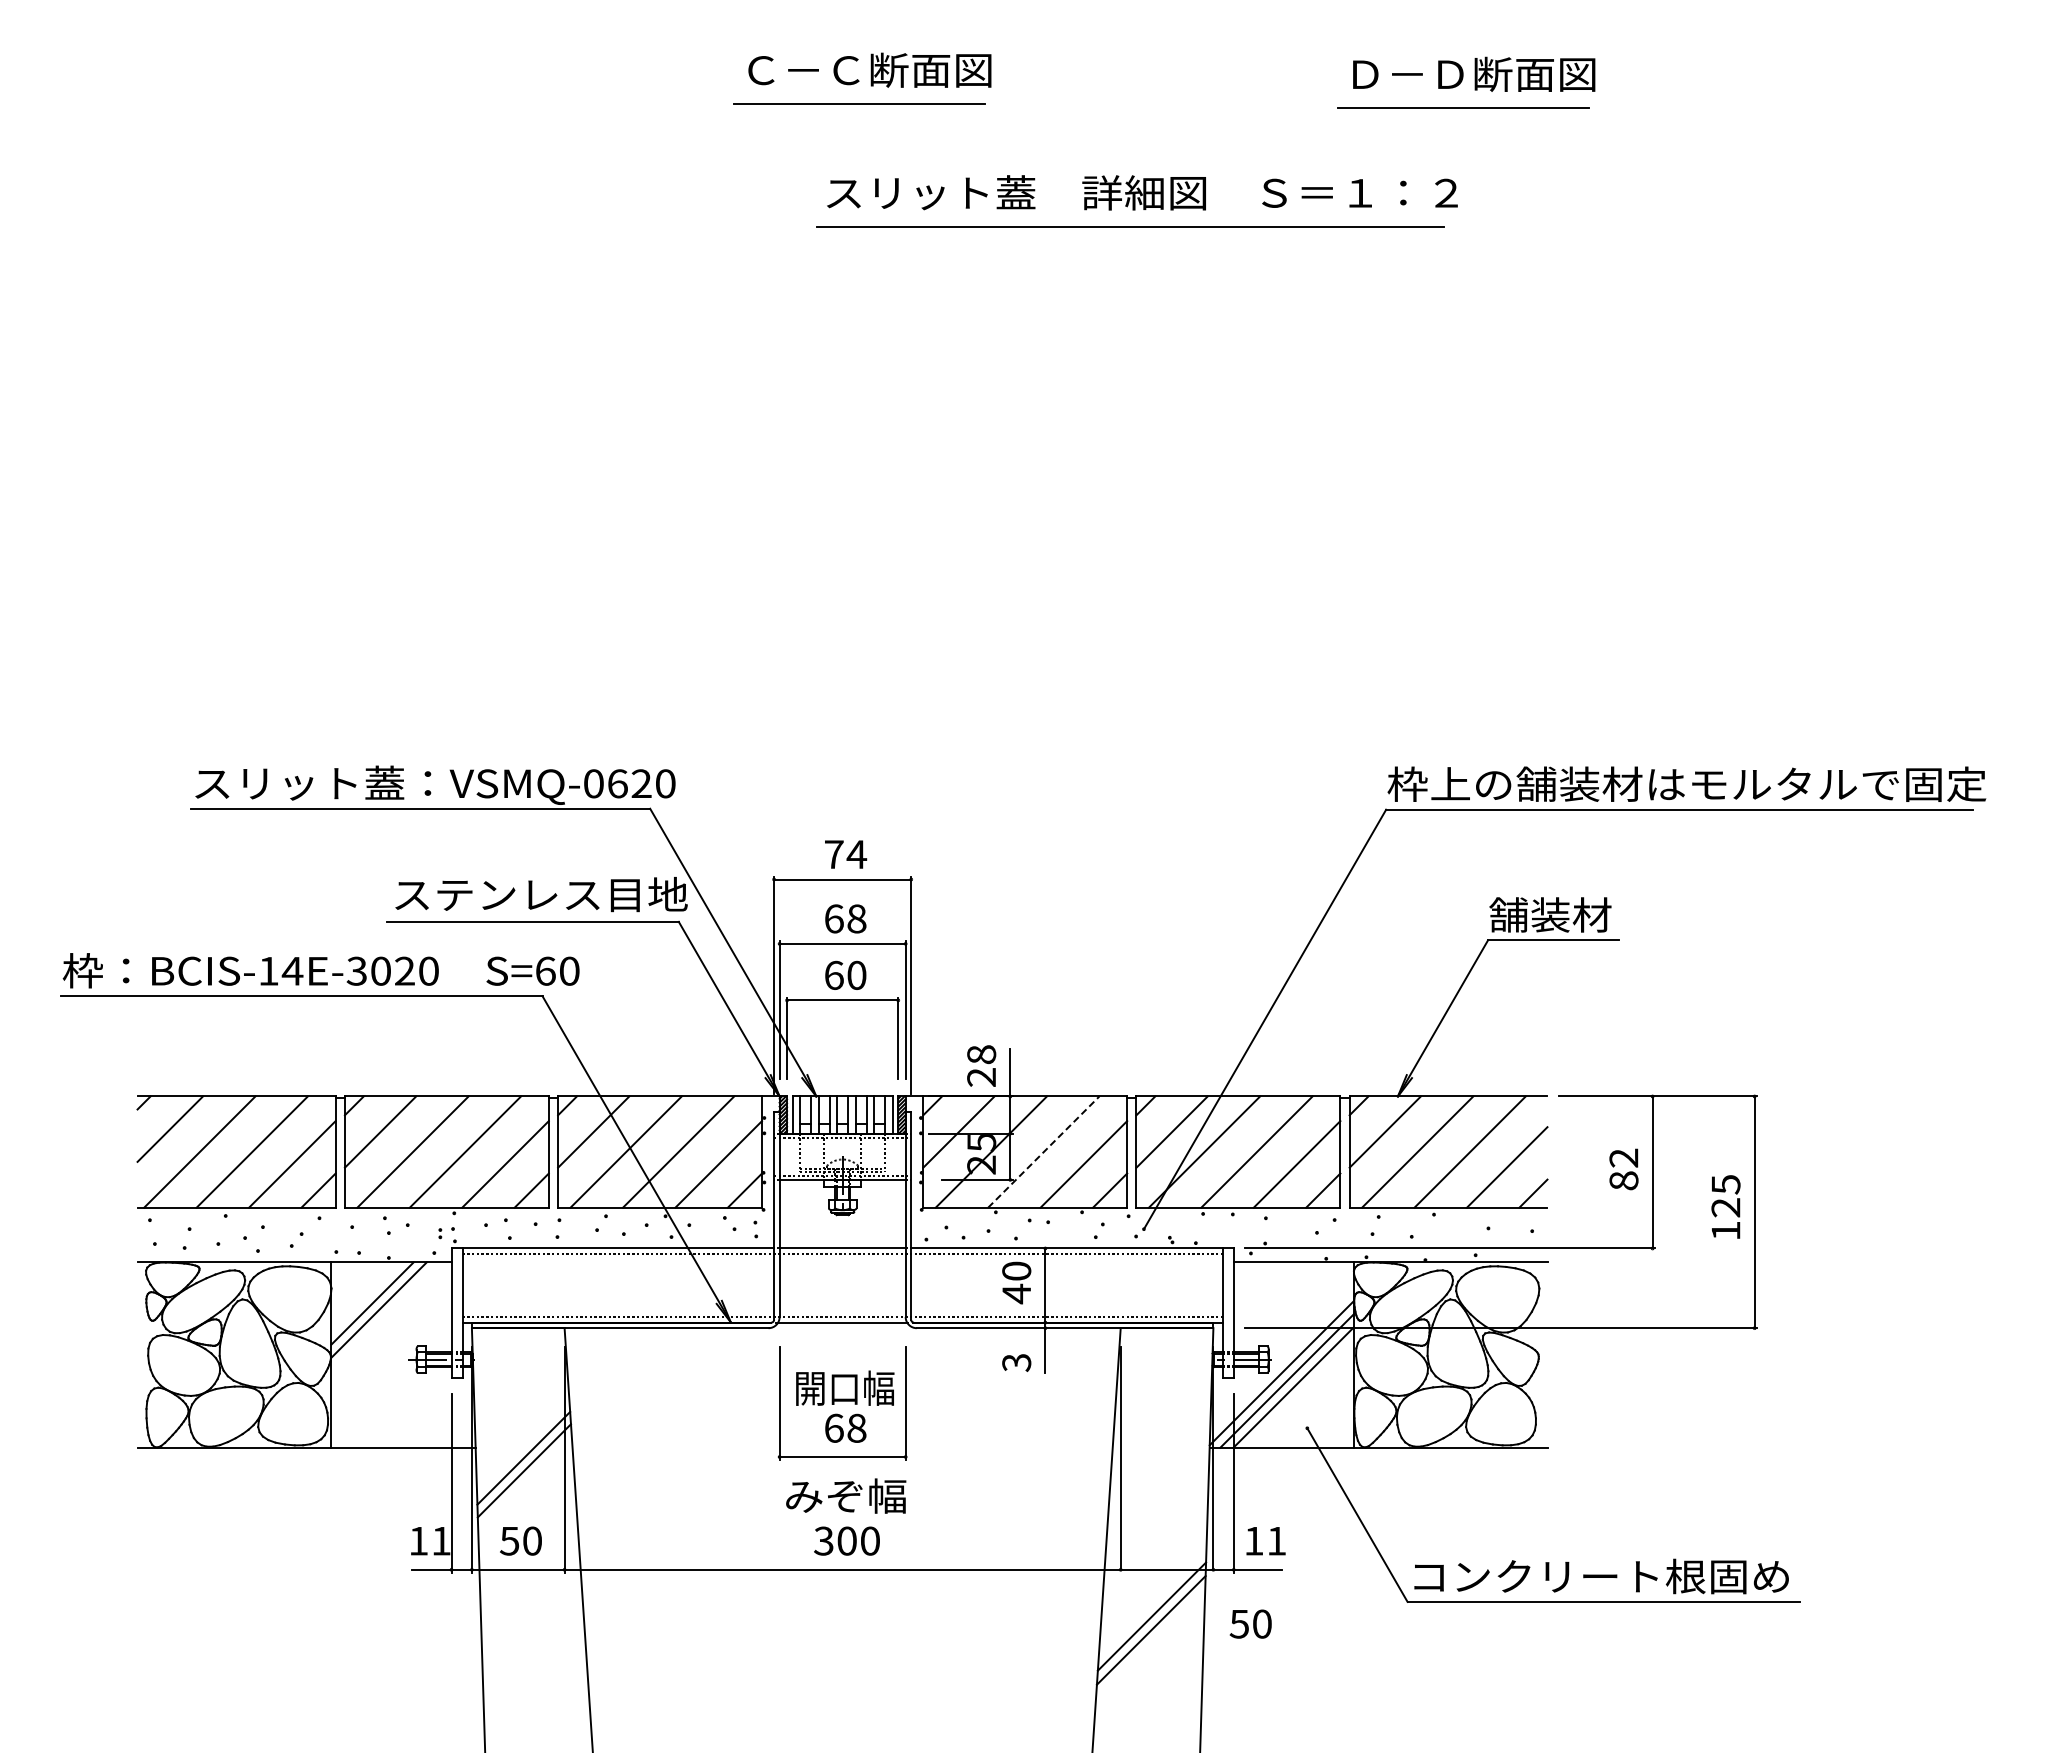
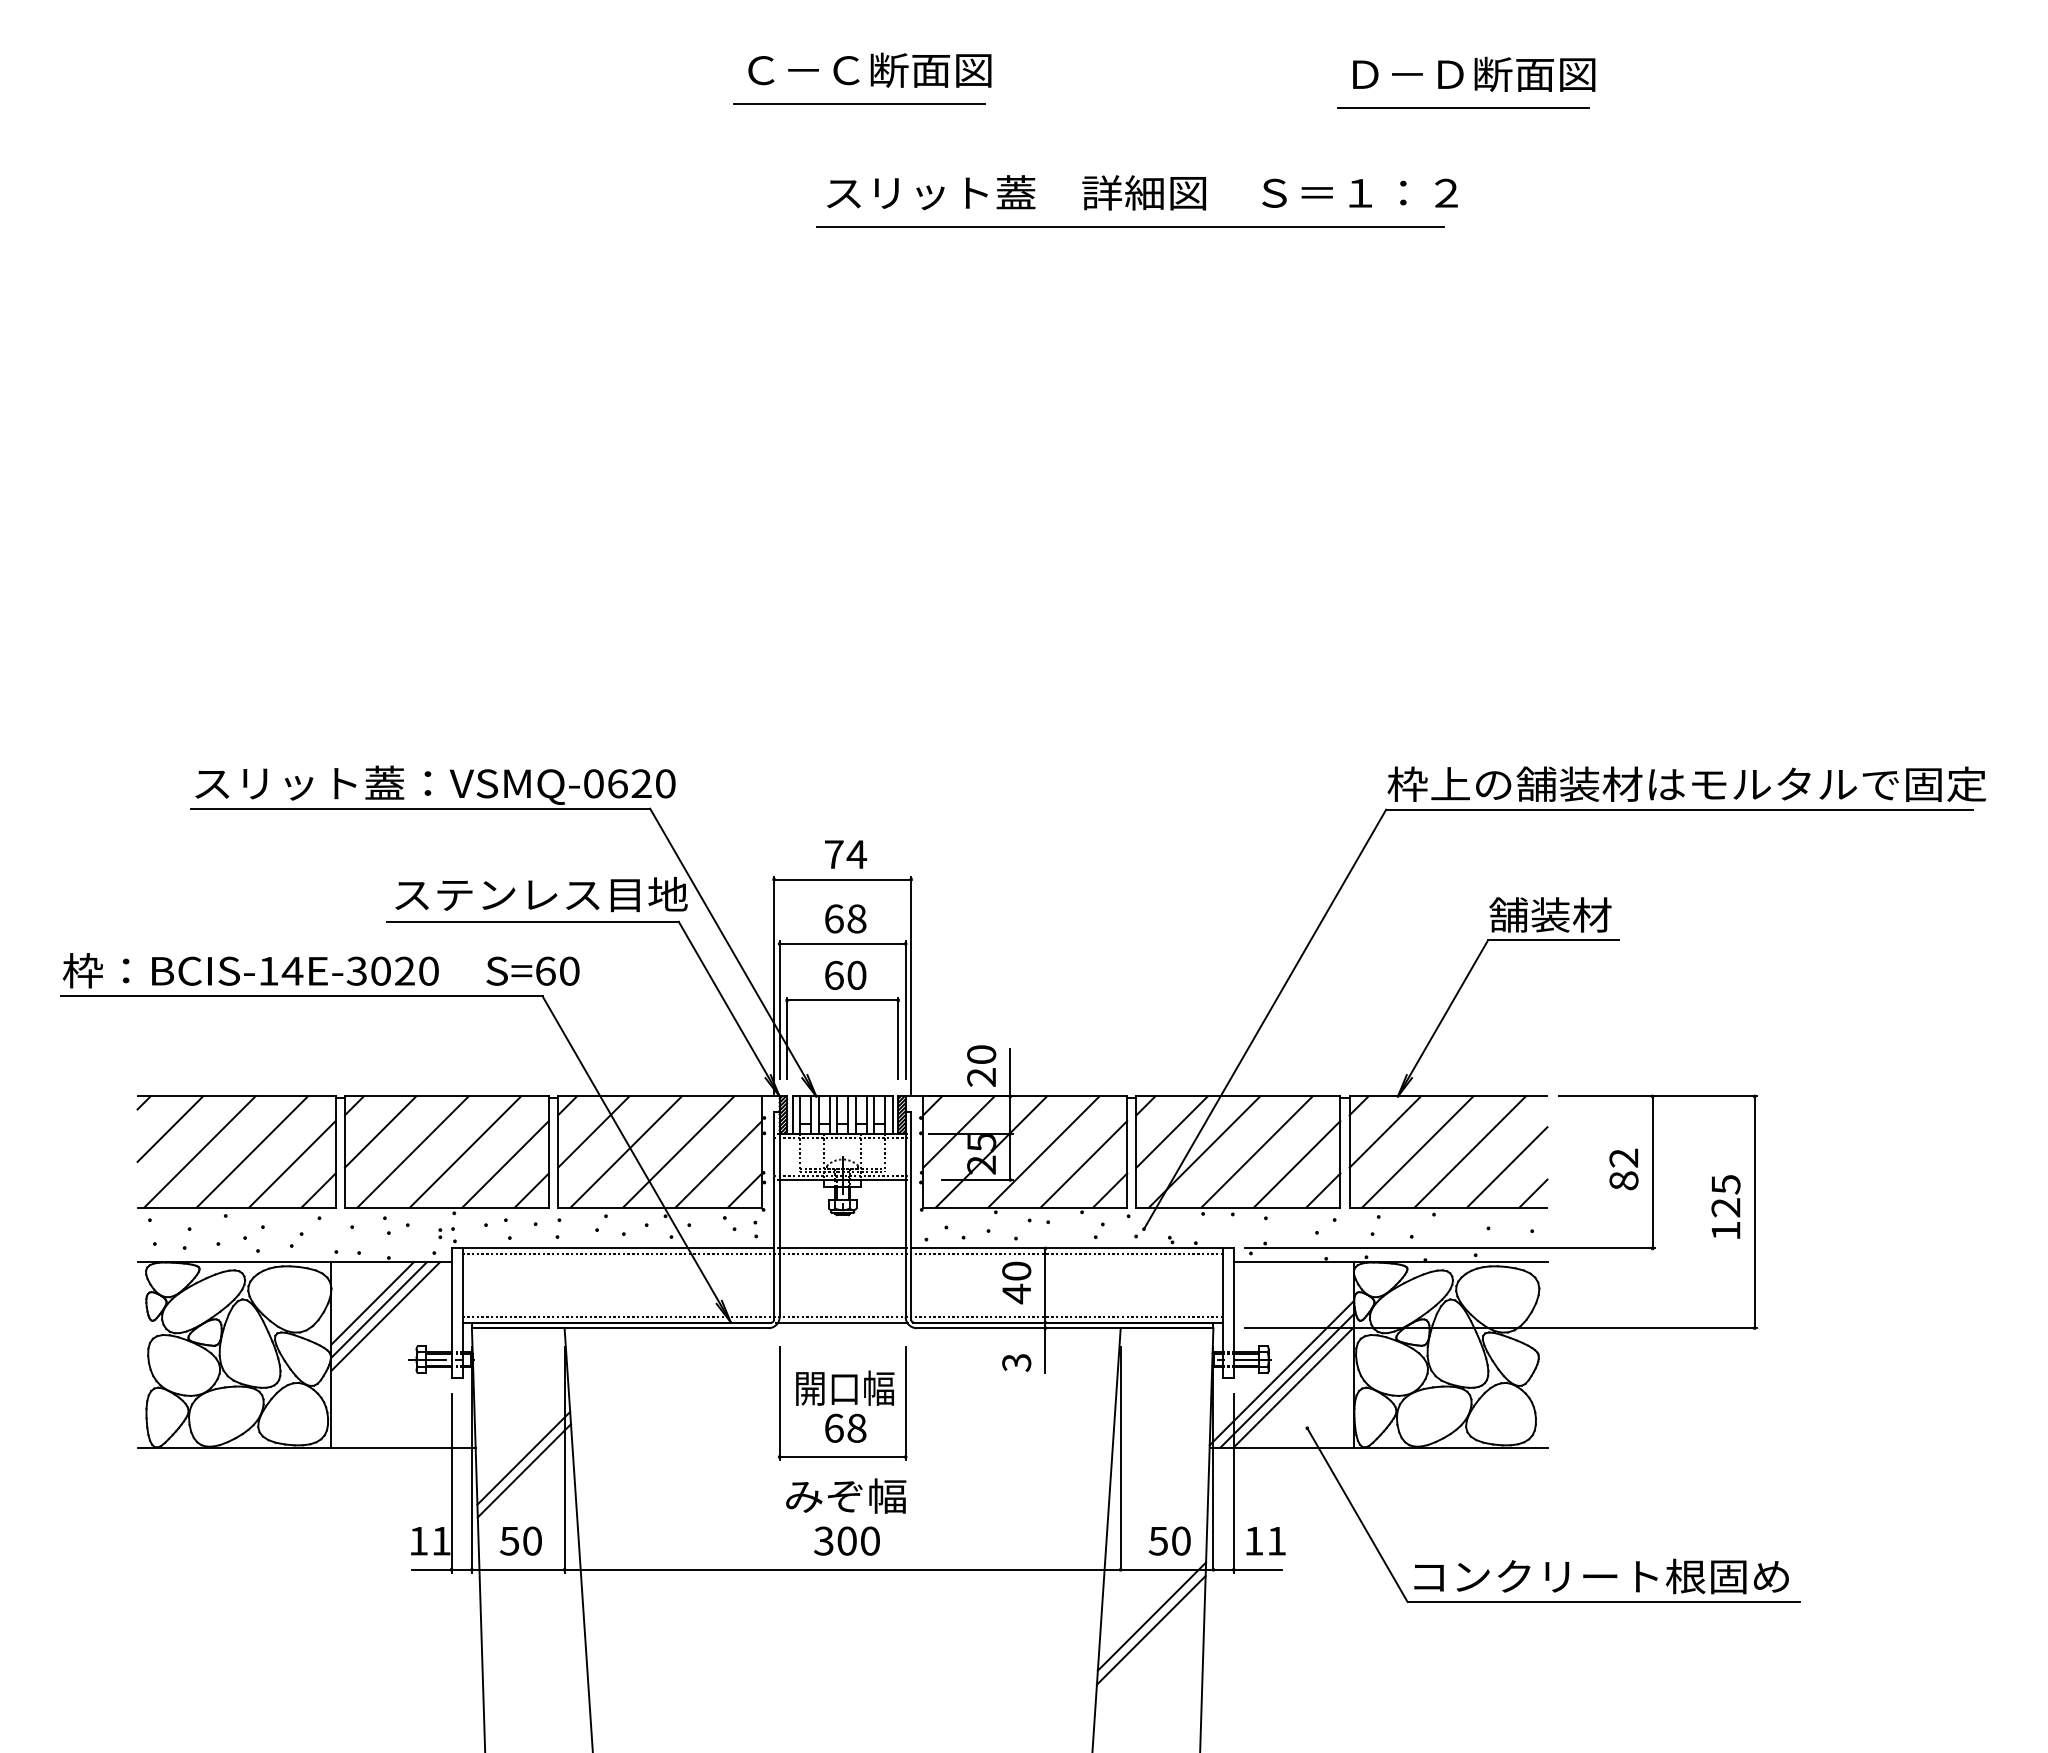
text at (981, 1054): 28 -> 20
line at (1043, 1152): dashed -> solid
line at (385, 1316): none -> present
text at (1250, 1623) position: (1250, 1623) -> (1169, 1540)
